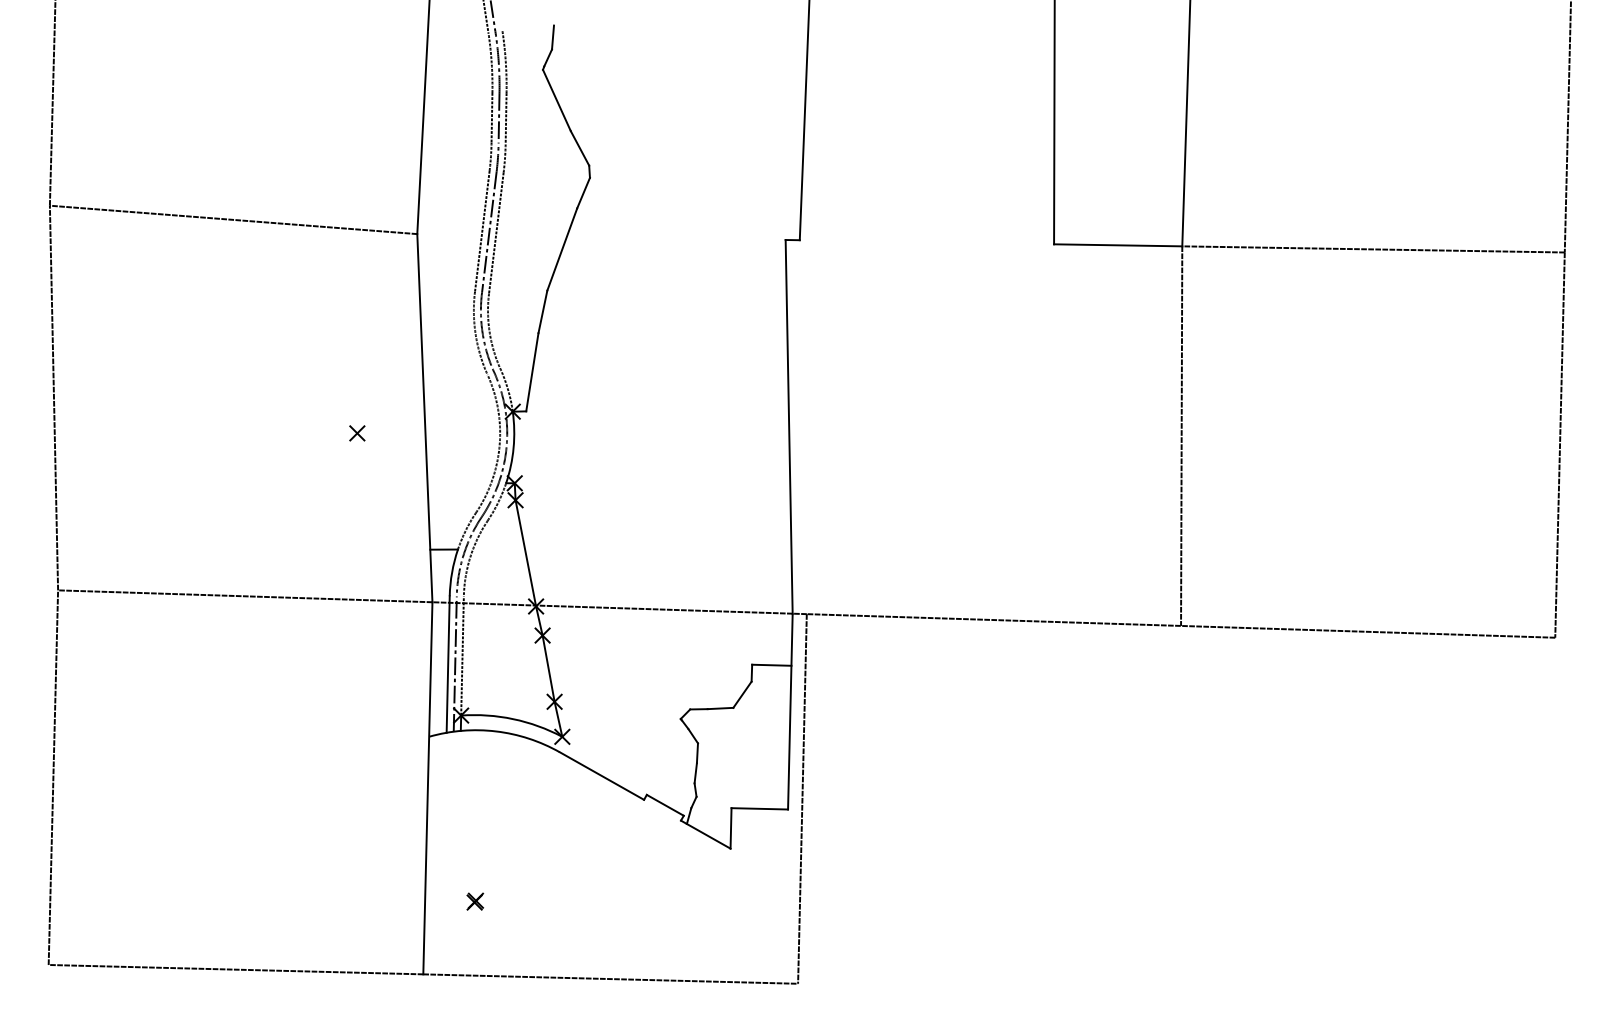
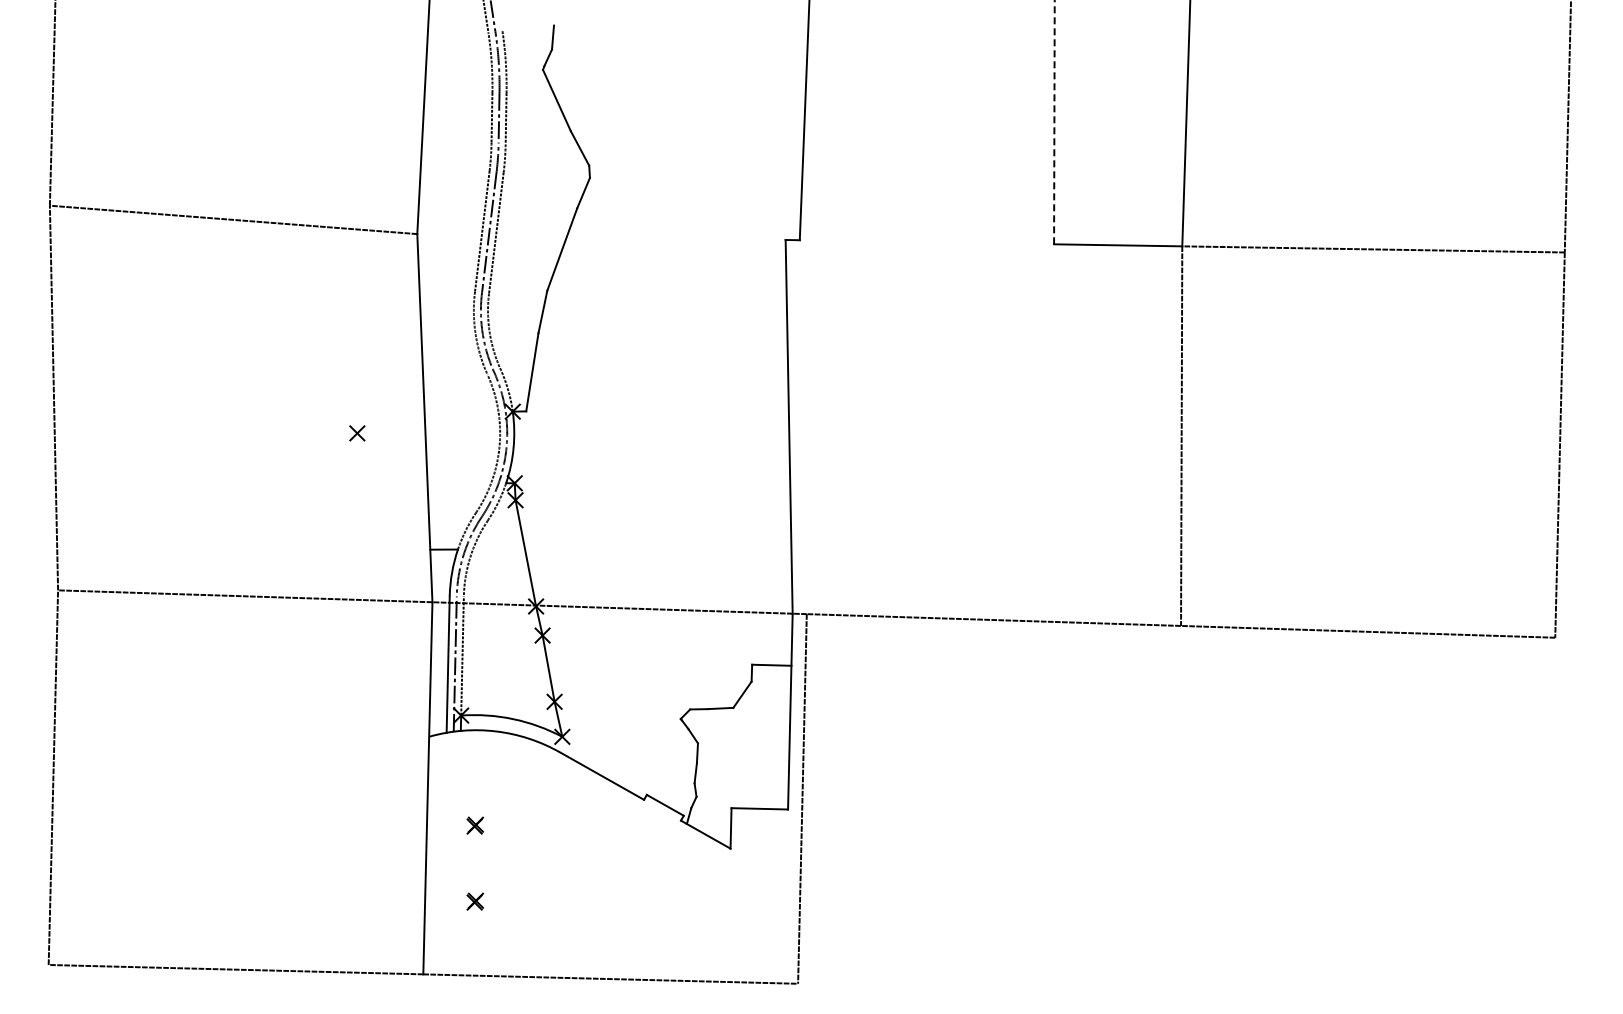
line at (1054, 121): solid -> dashed
part at (475, 825): none -> present
